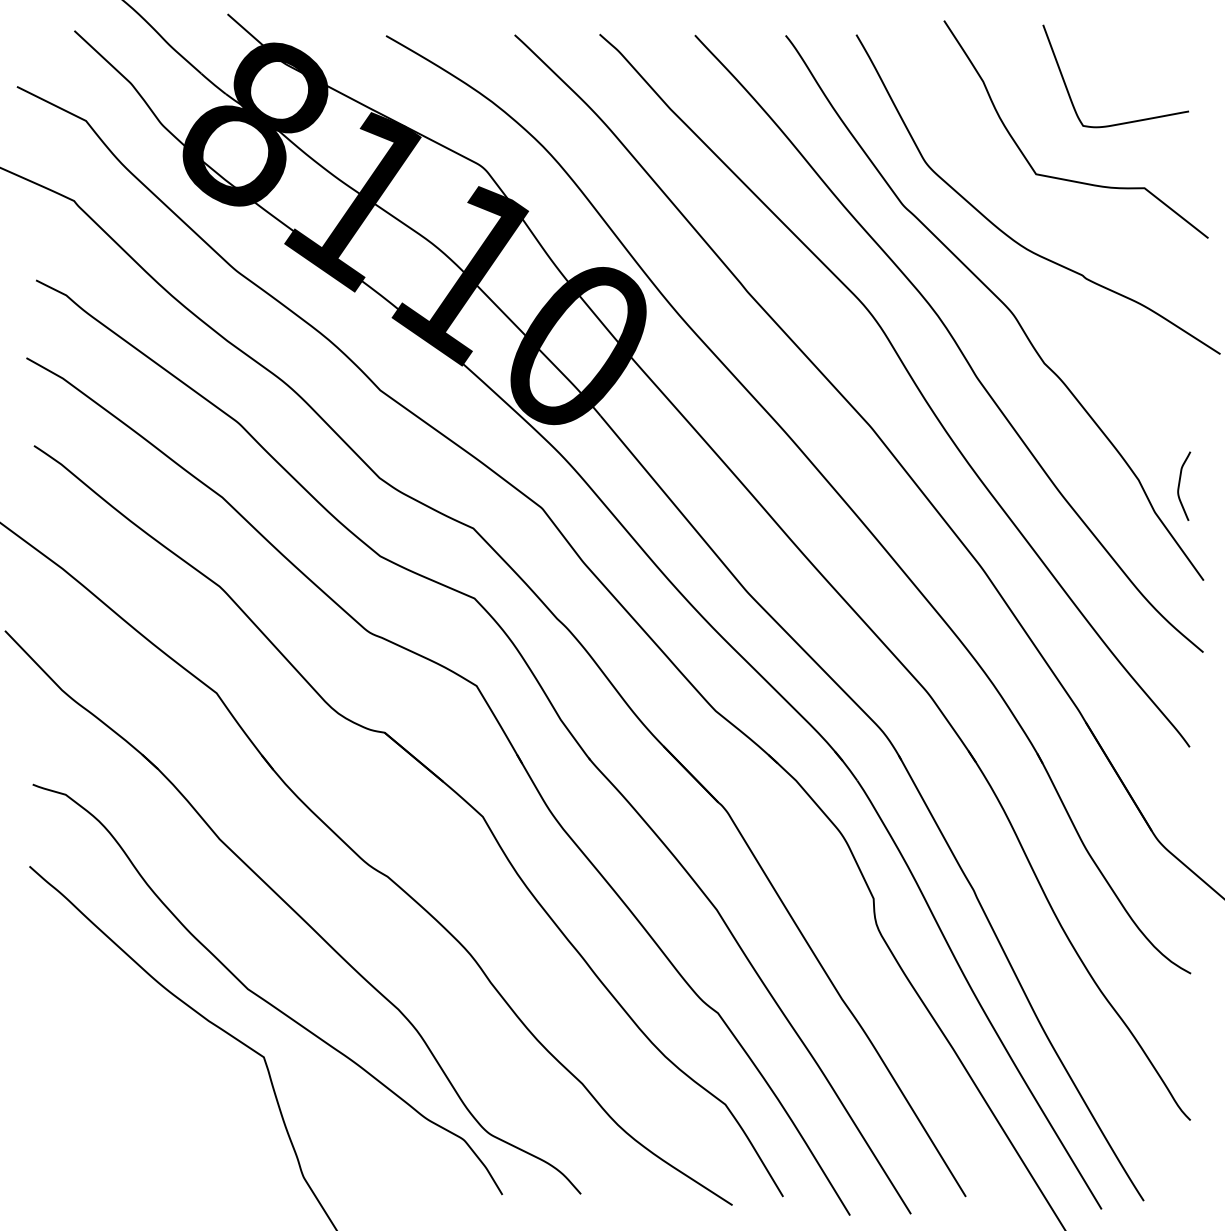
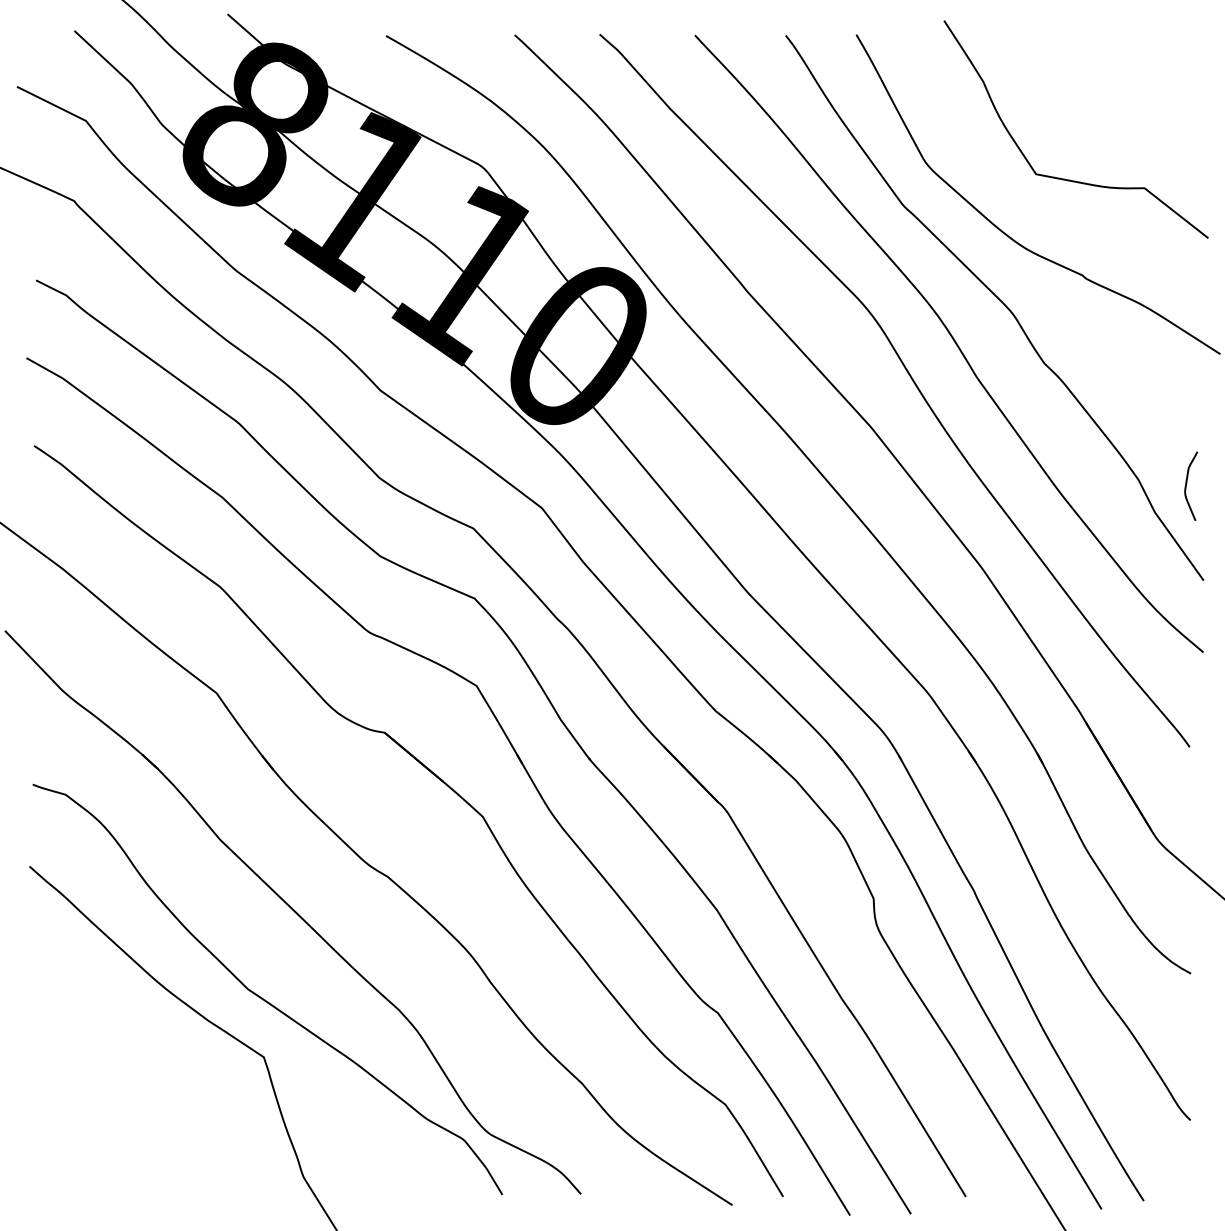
curve at (1122, 122): present -> none
curve at (1180, 483) position: (1180, 483) -> (1187, 483)
